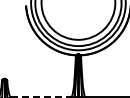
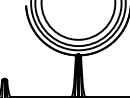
line at (41, 97): dashed -> solid
